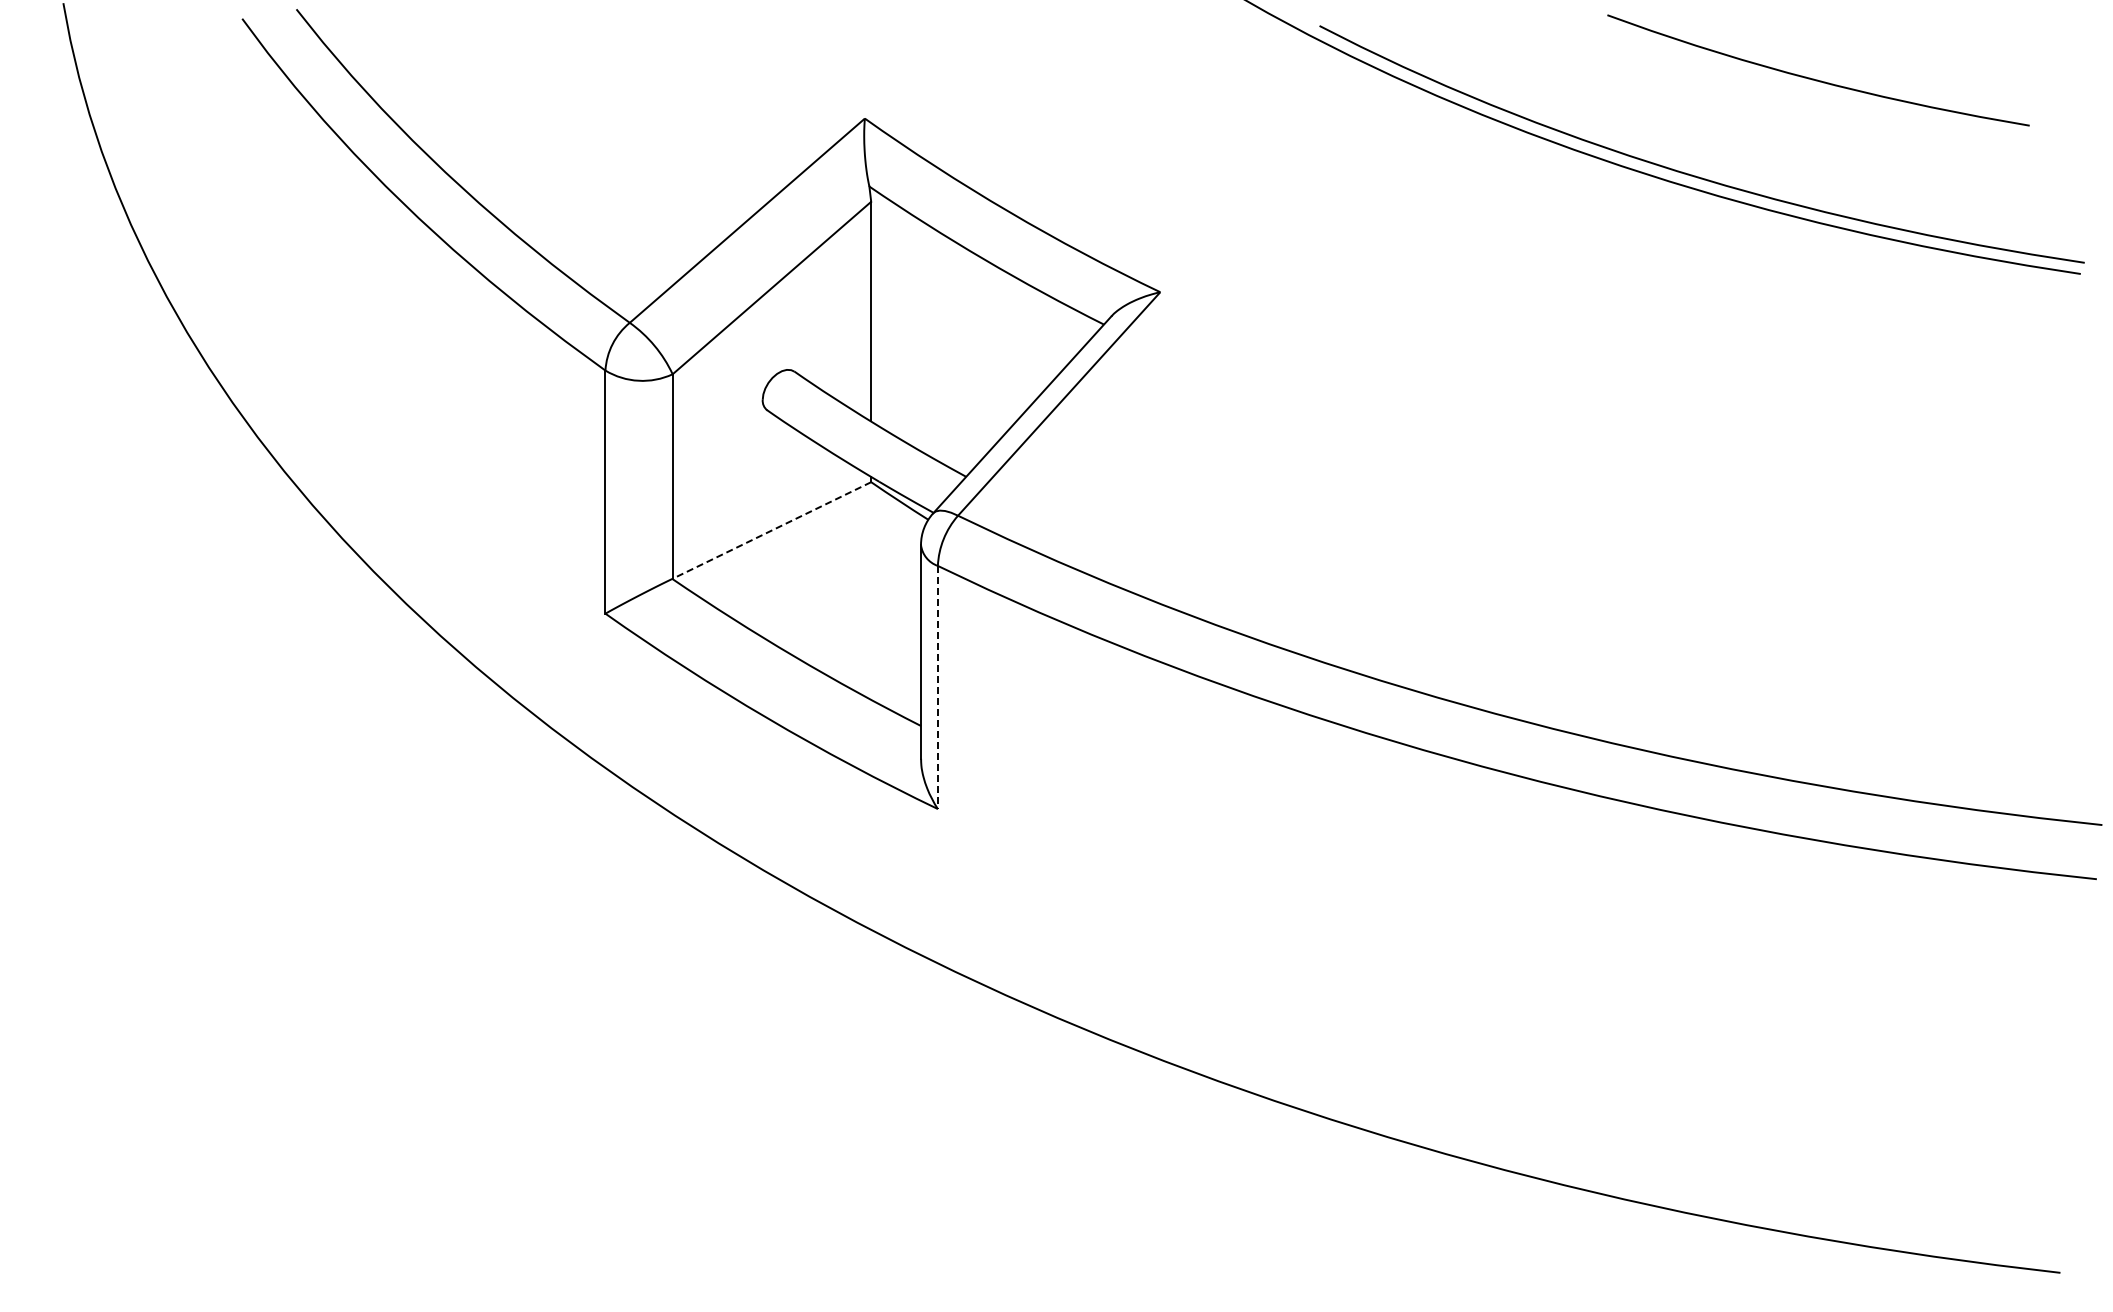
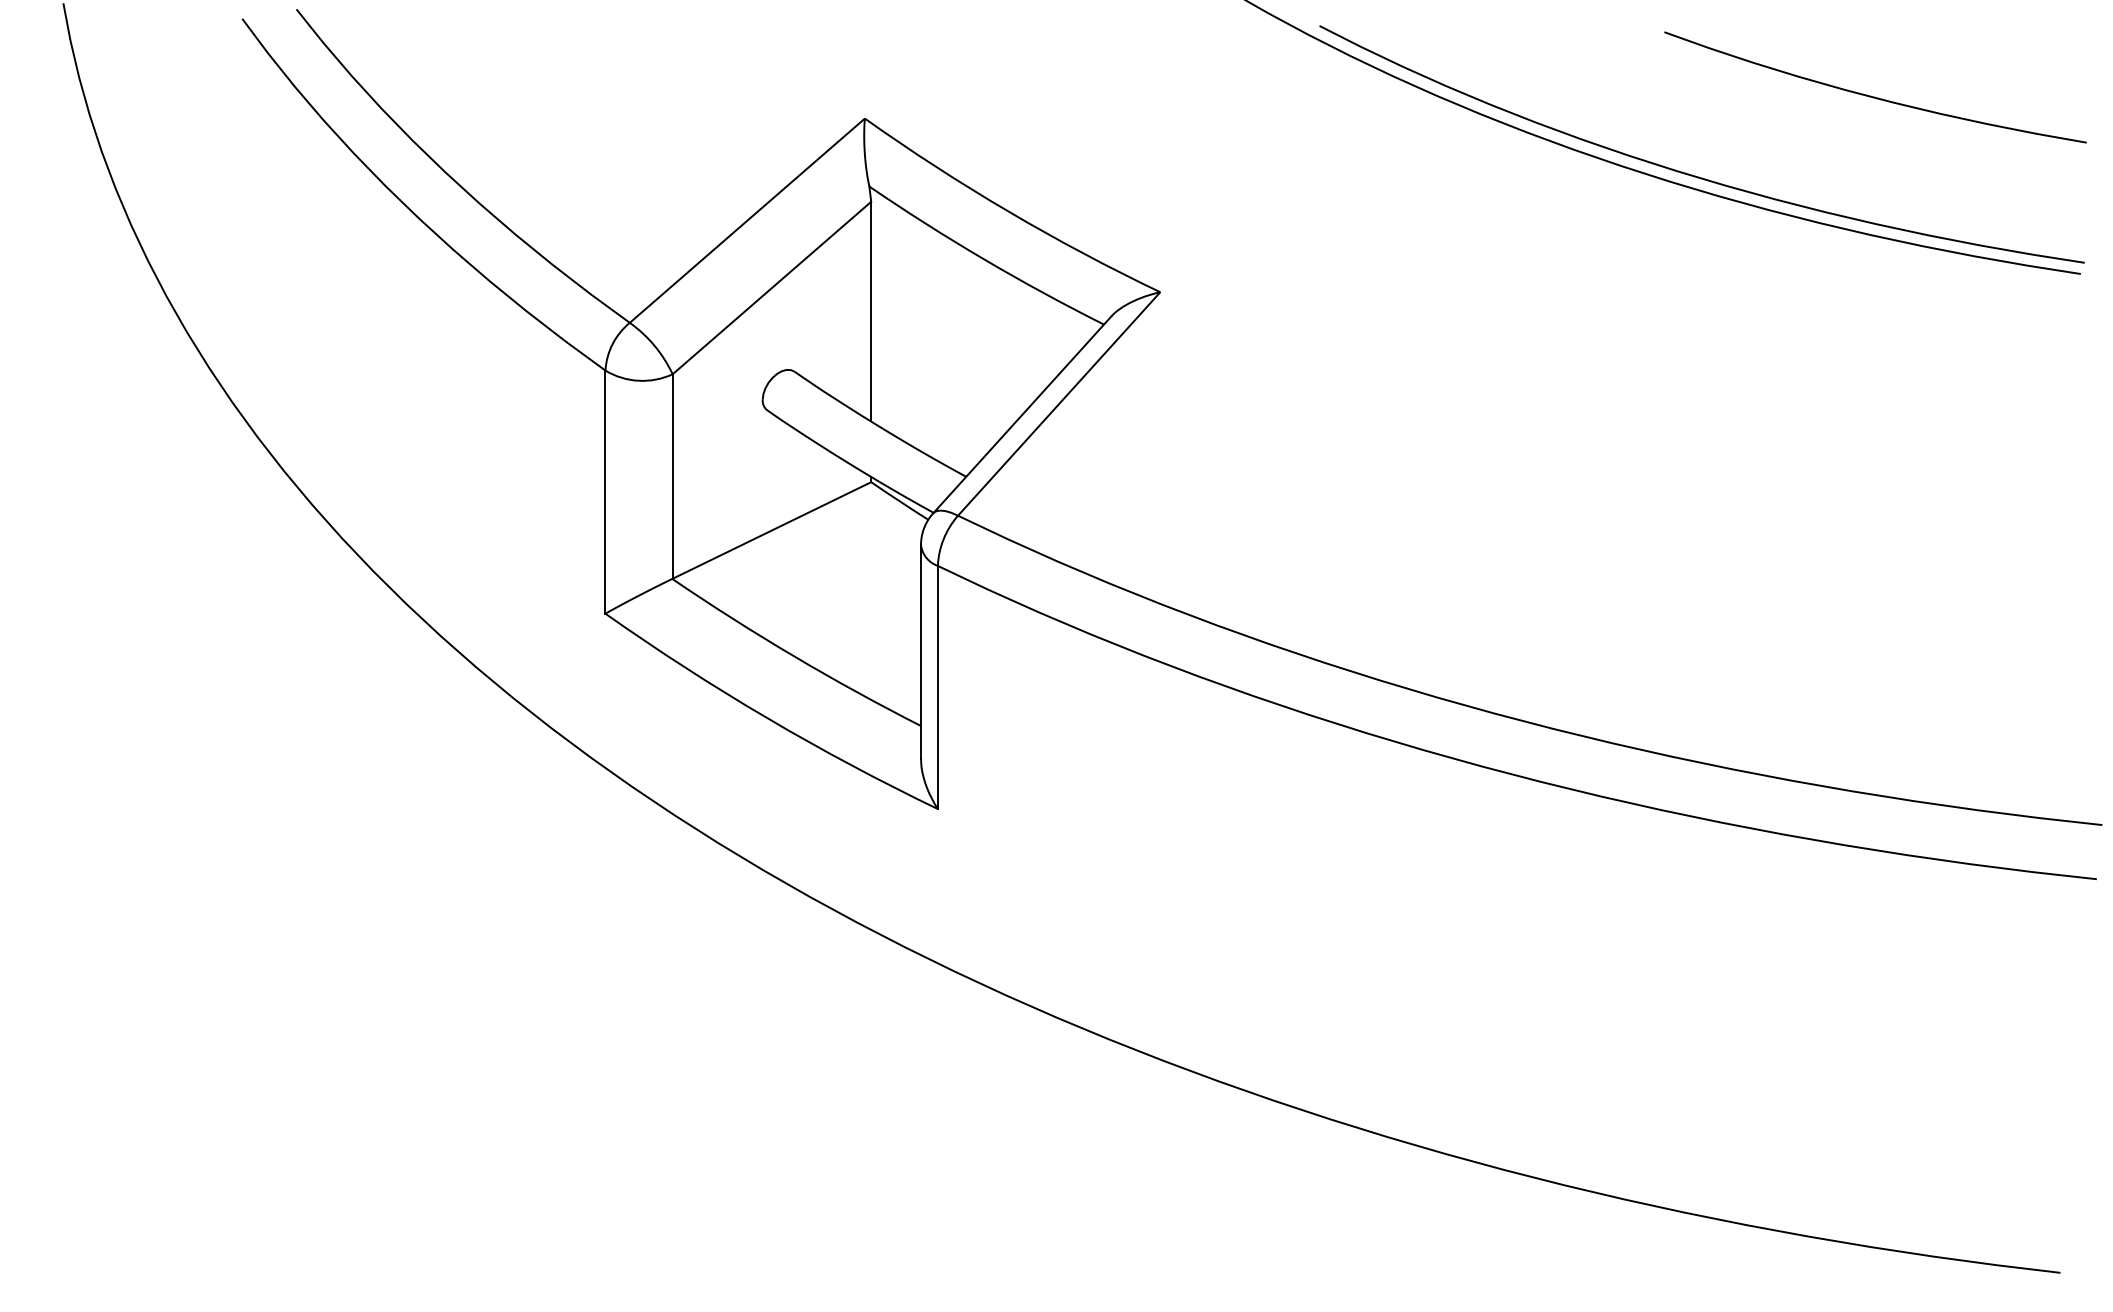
curve at (1814, 78) position: (1814, 78) -> (1871, 95)
line at (771, 530): dashed -> solid
line at (937, 687): dashed -> solid
